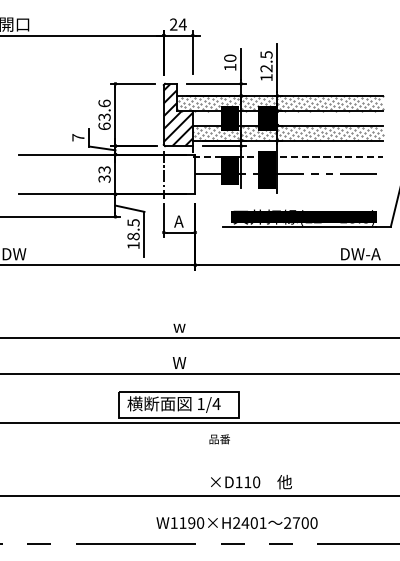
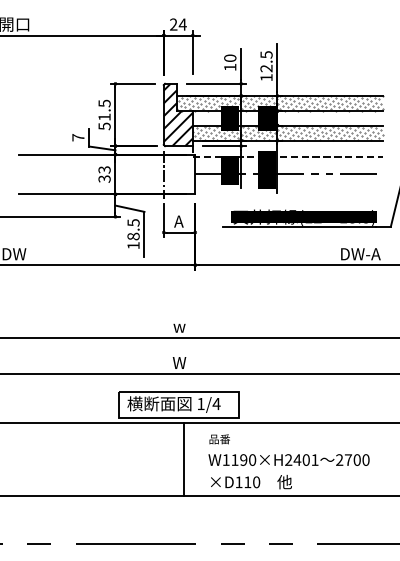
text at (104, 114): 63.6 -> 51.5
line at (184, 459): none -> present
text at (236, 522) position: (236, 522) -> (288, 459)
